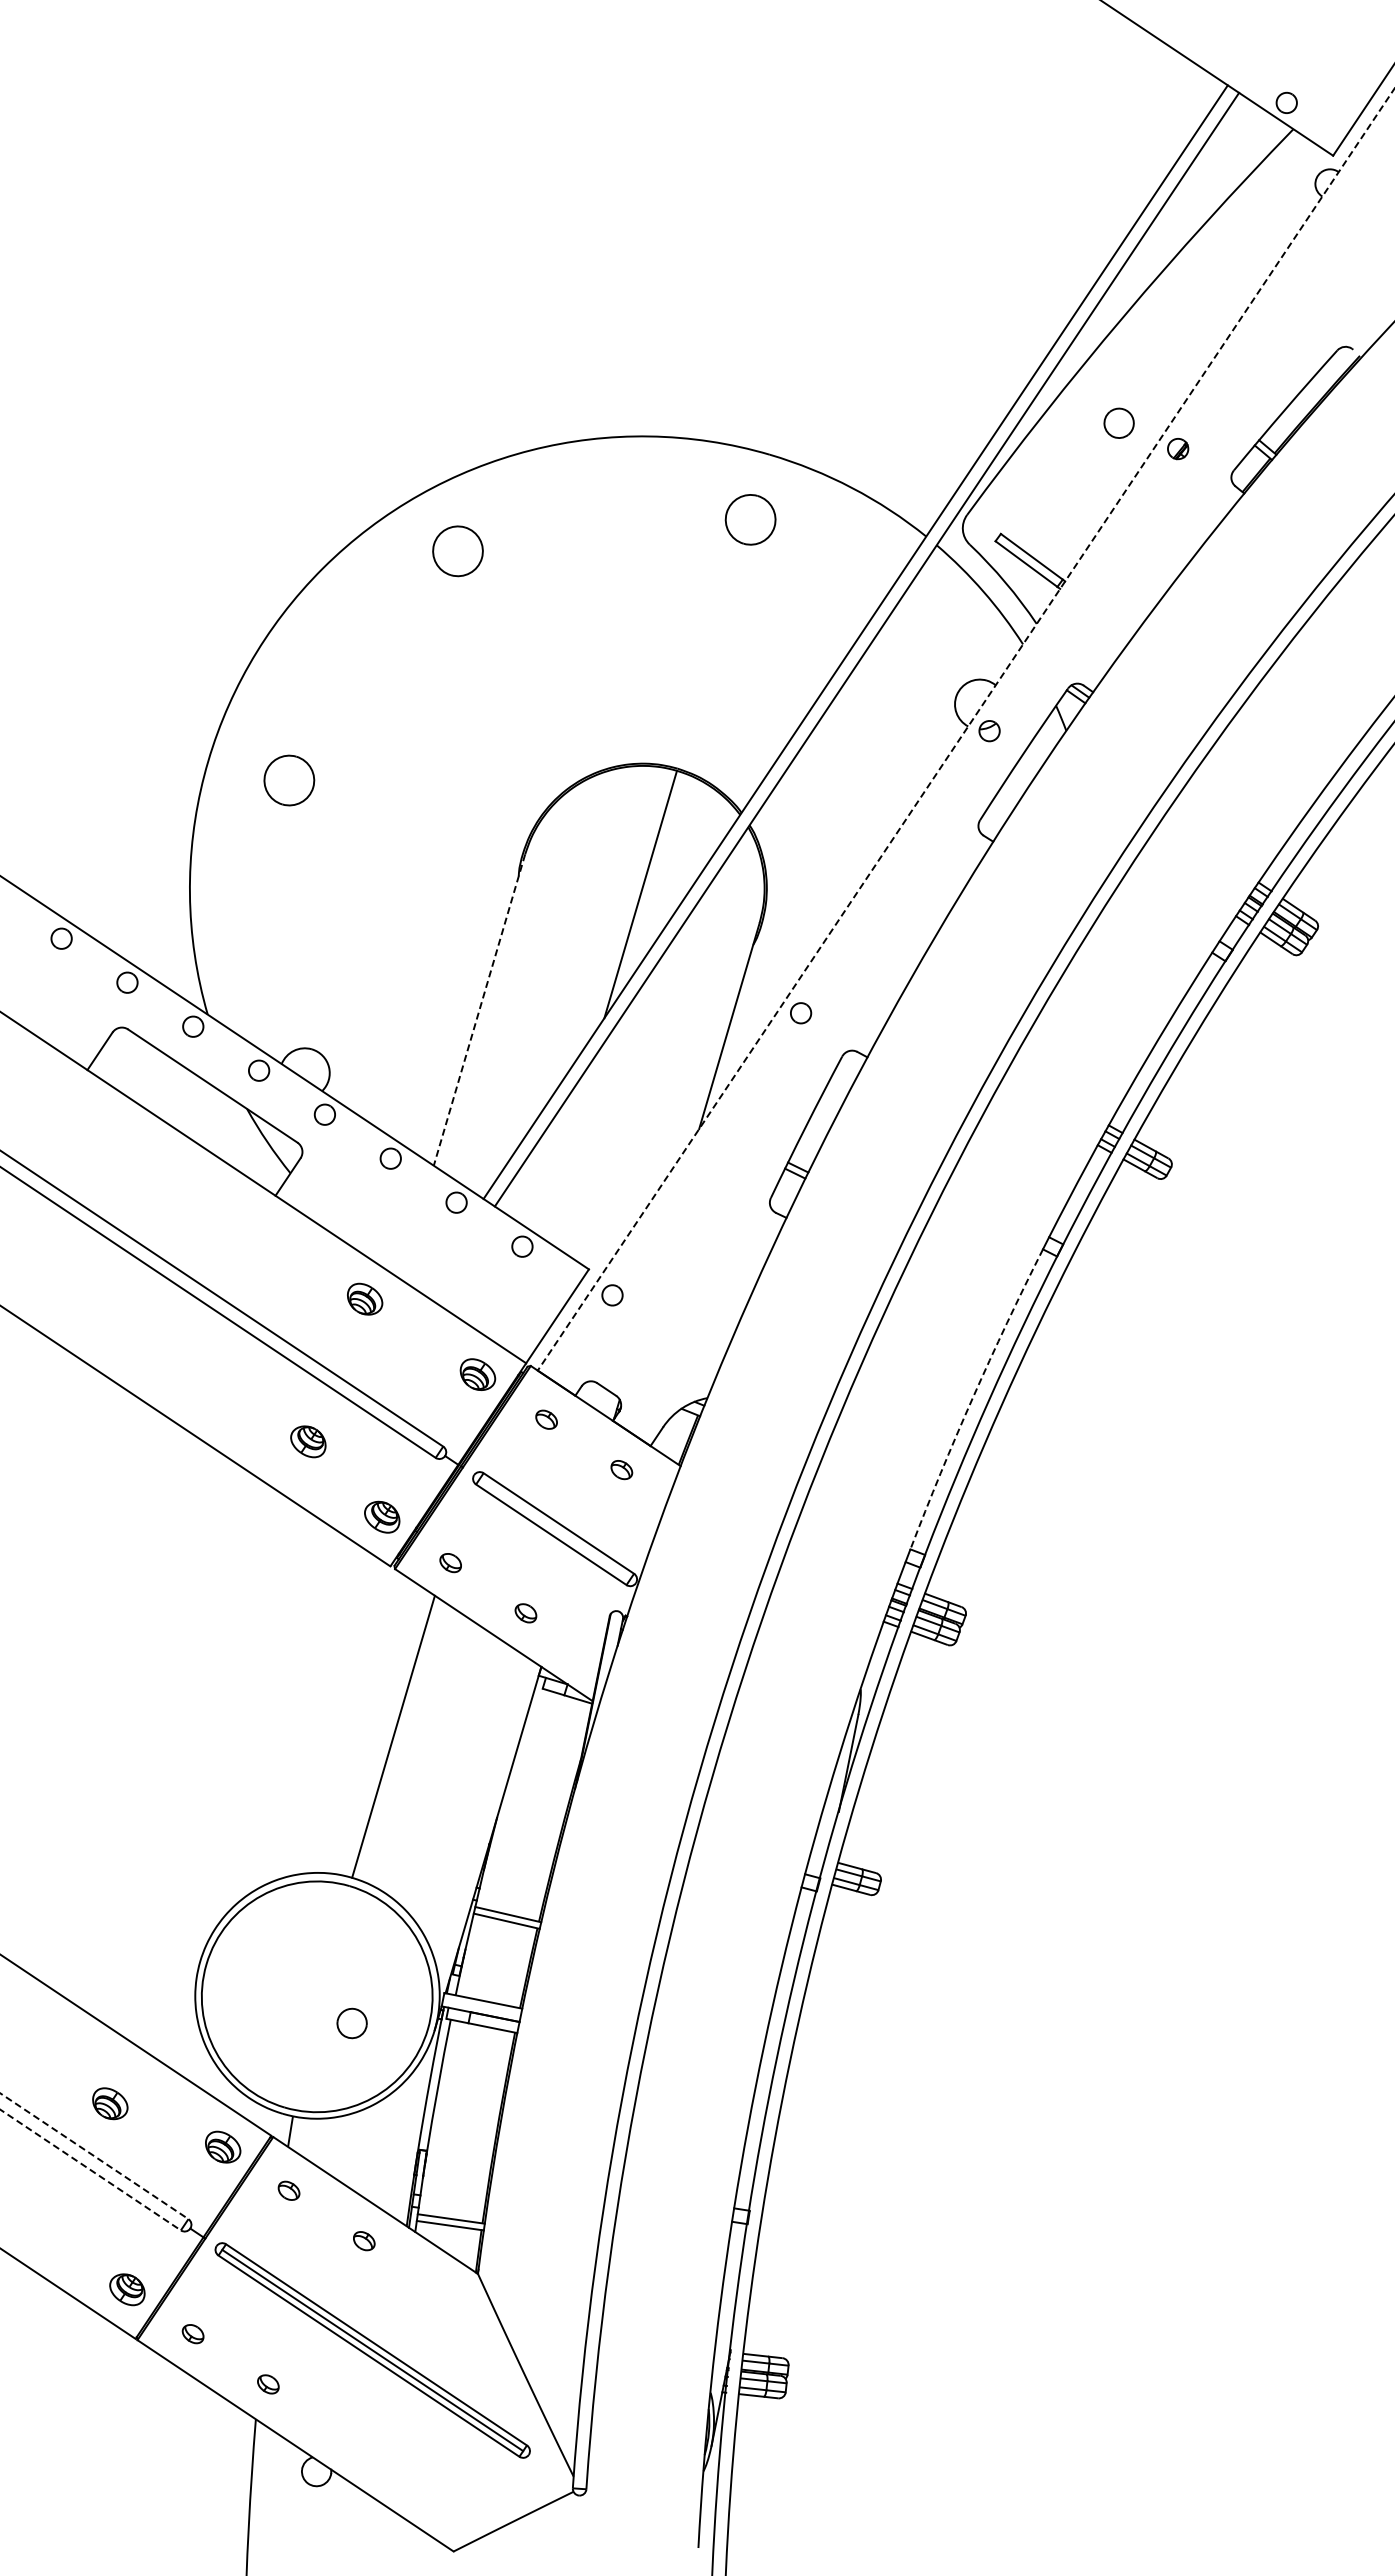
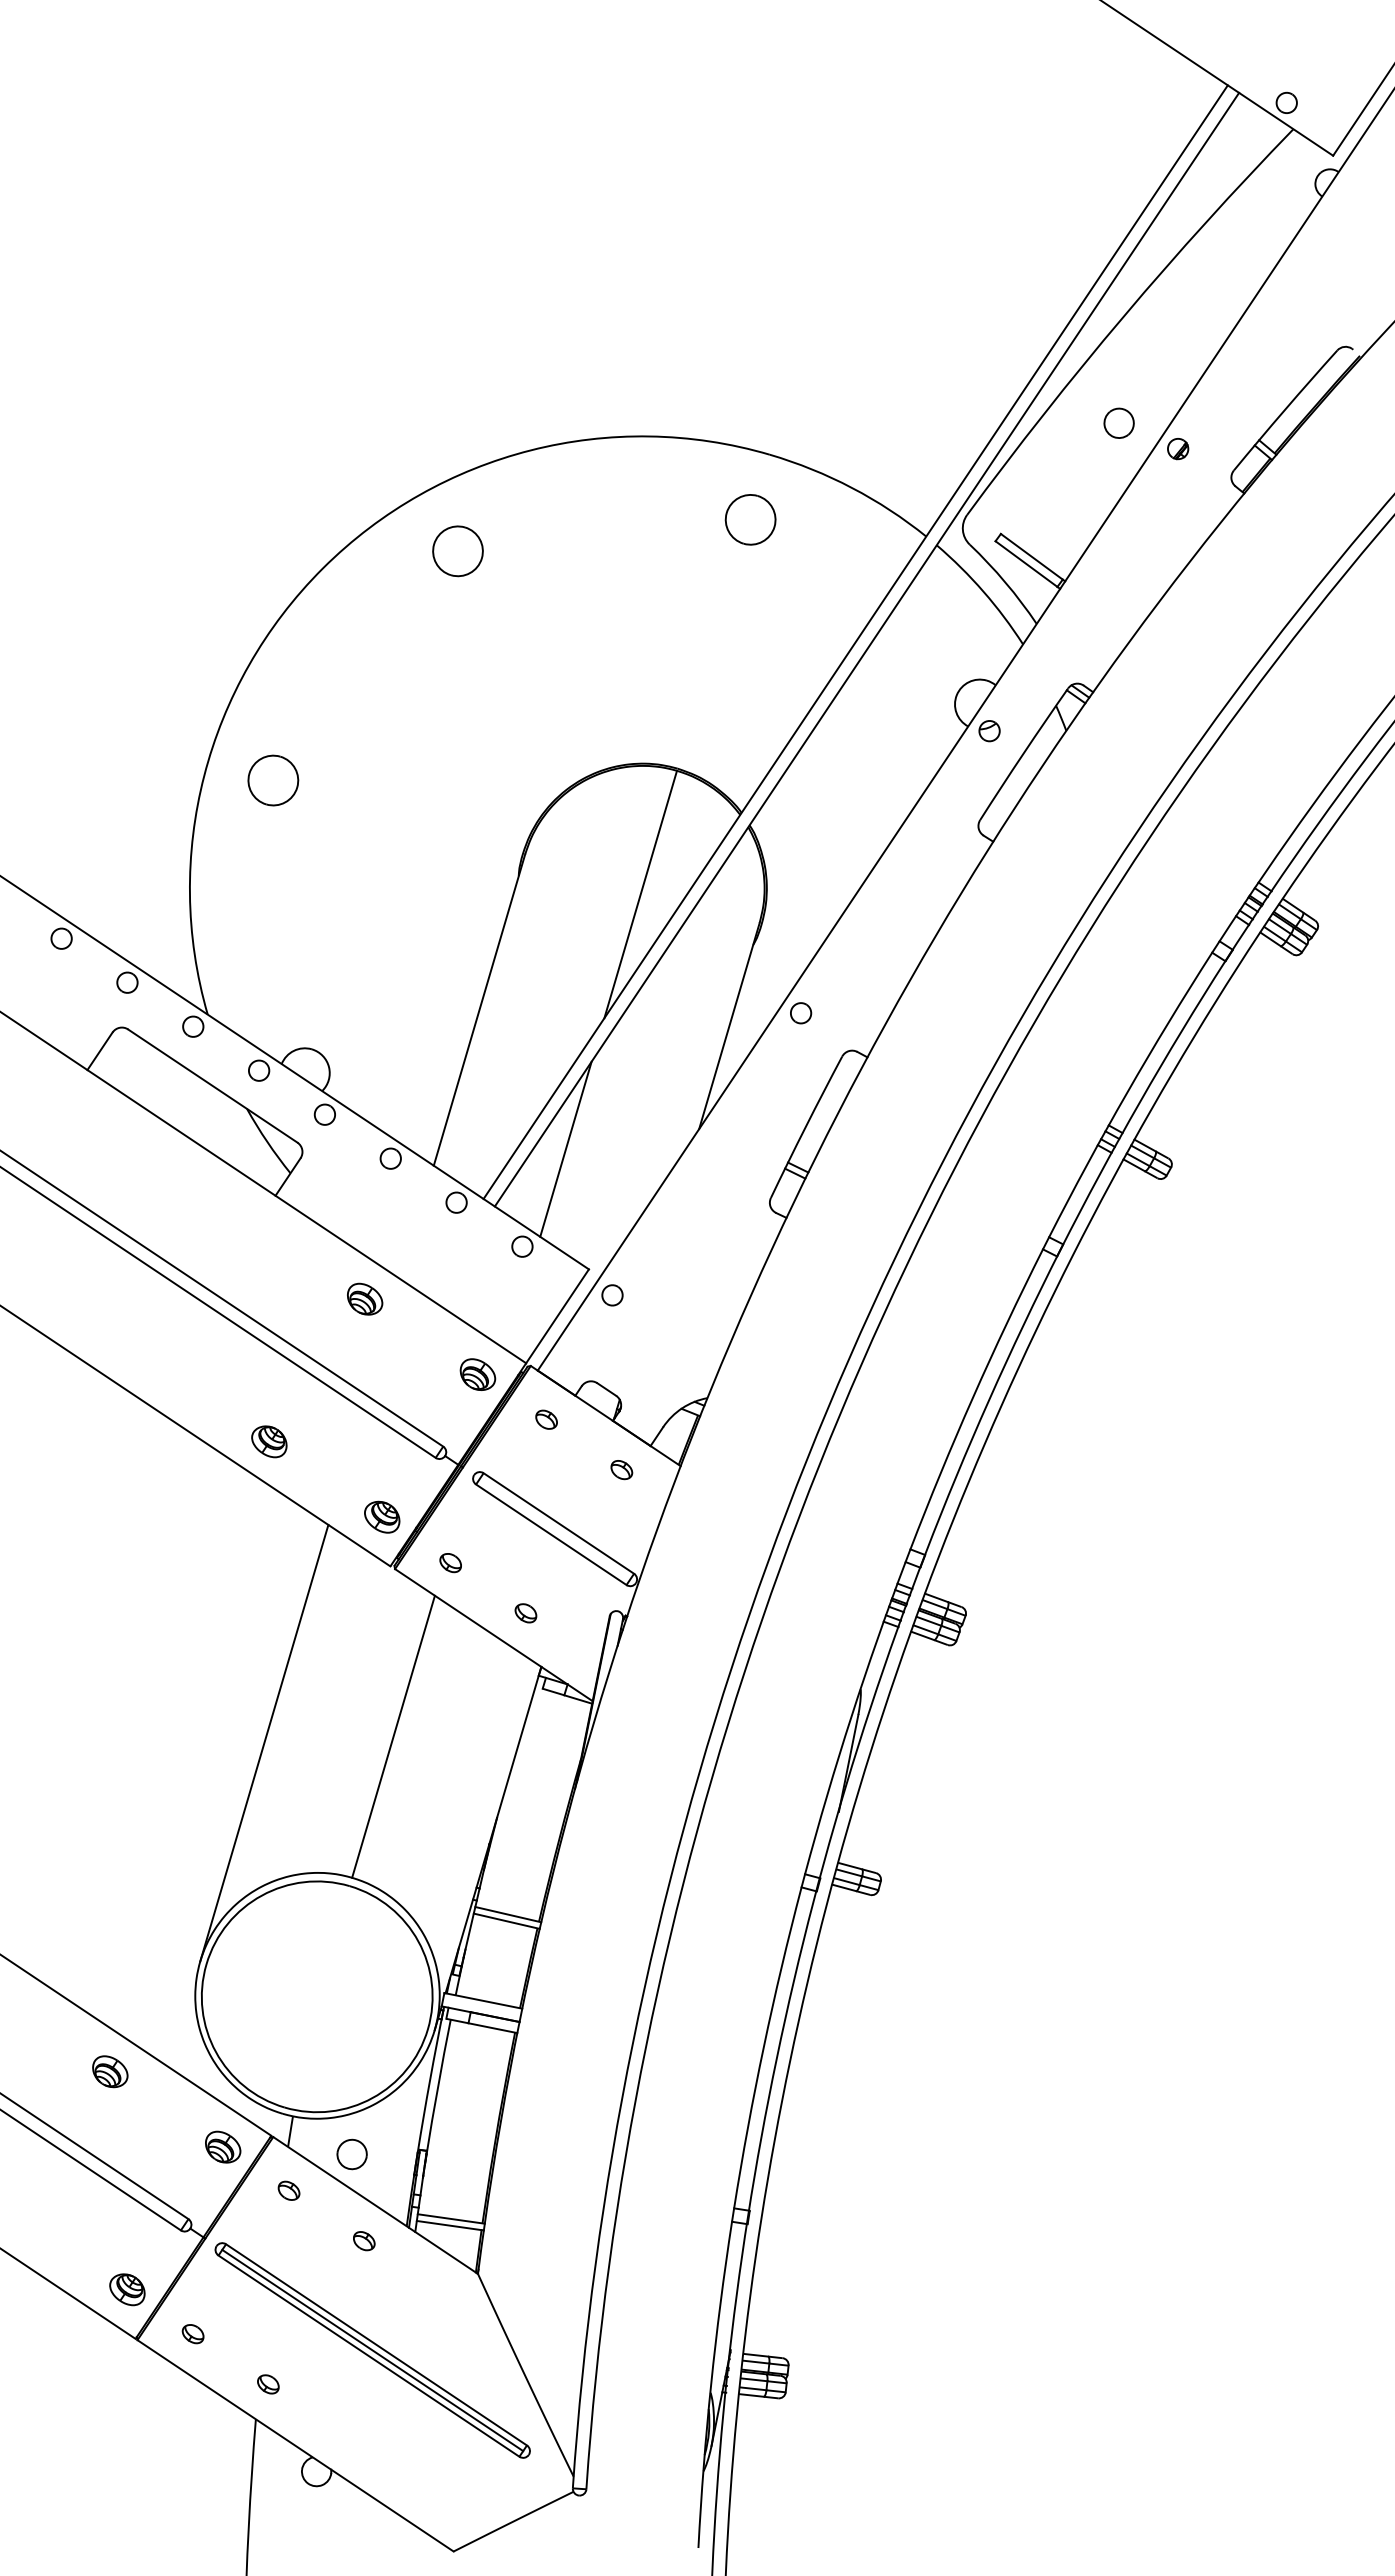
line at (966, 729): dashed -> solid
part at (289, 780) position: (289, 780) -> (273, 780)
line at (479, 1010): dashed -> solid
line at (565, 1148): none -> present
arc at (972, 1397): dashed -> solid
part at (308, 1441) position: (308, 1441) -> (269, 1441)
line at (264, 1742): none -> present
part at (351, 2023) position: (351, 2023) -> (351, 2154)
part at (110, 2103) position: (110, 2103) -> (110, 2071)
line at (94, 2156): dashed -> solid
line at (91, 2170): dashed -> solid
